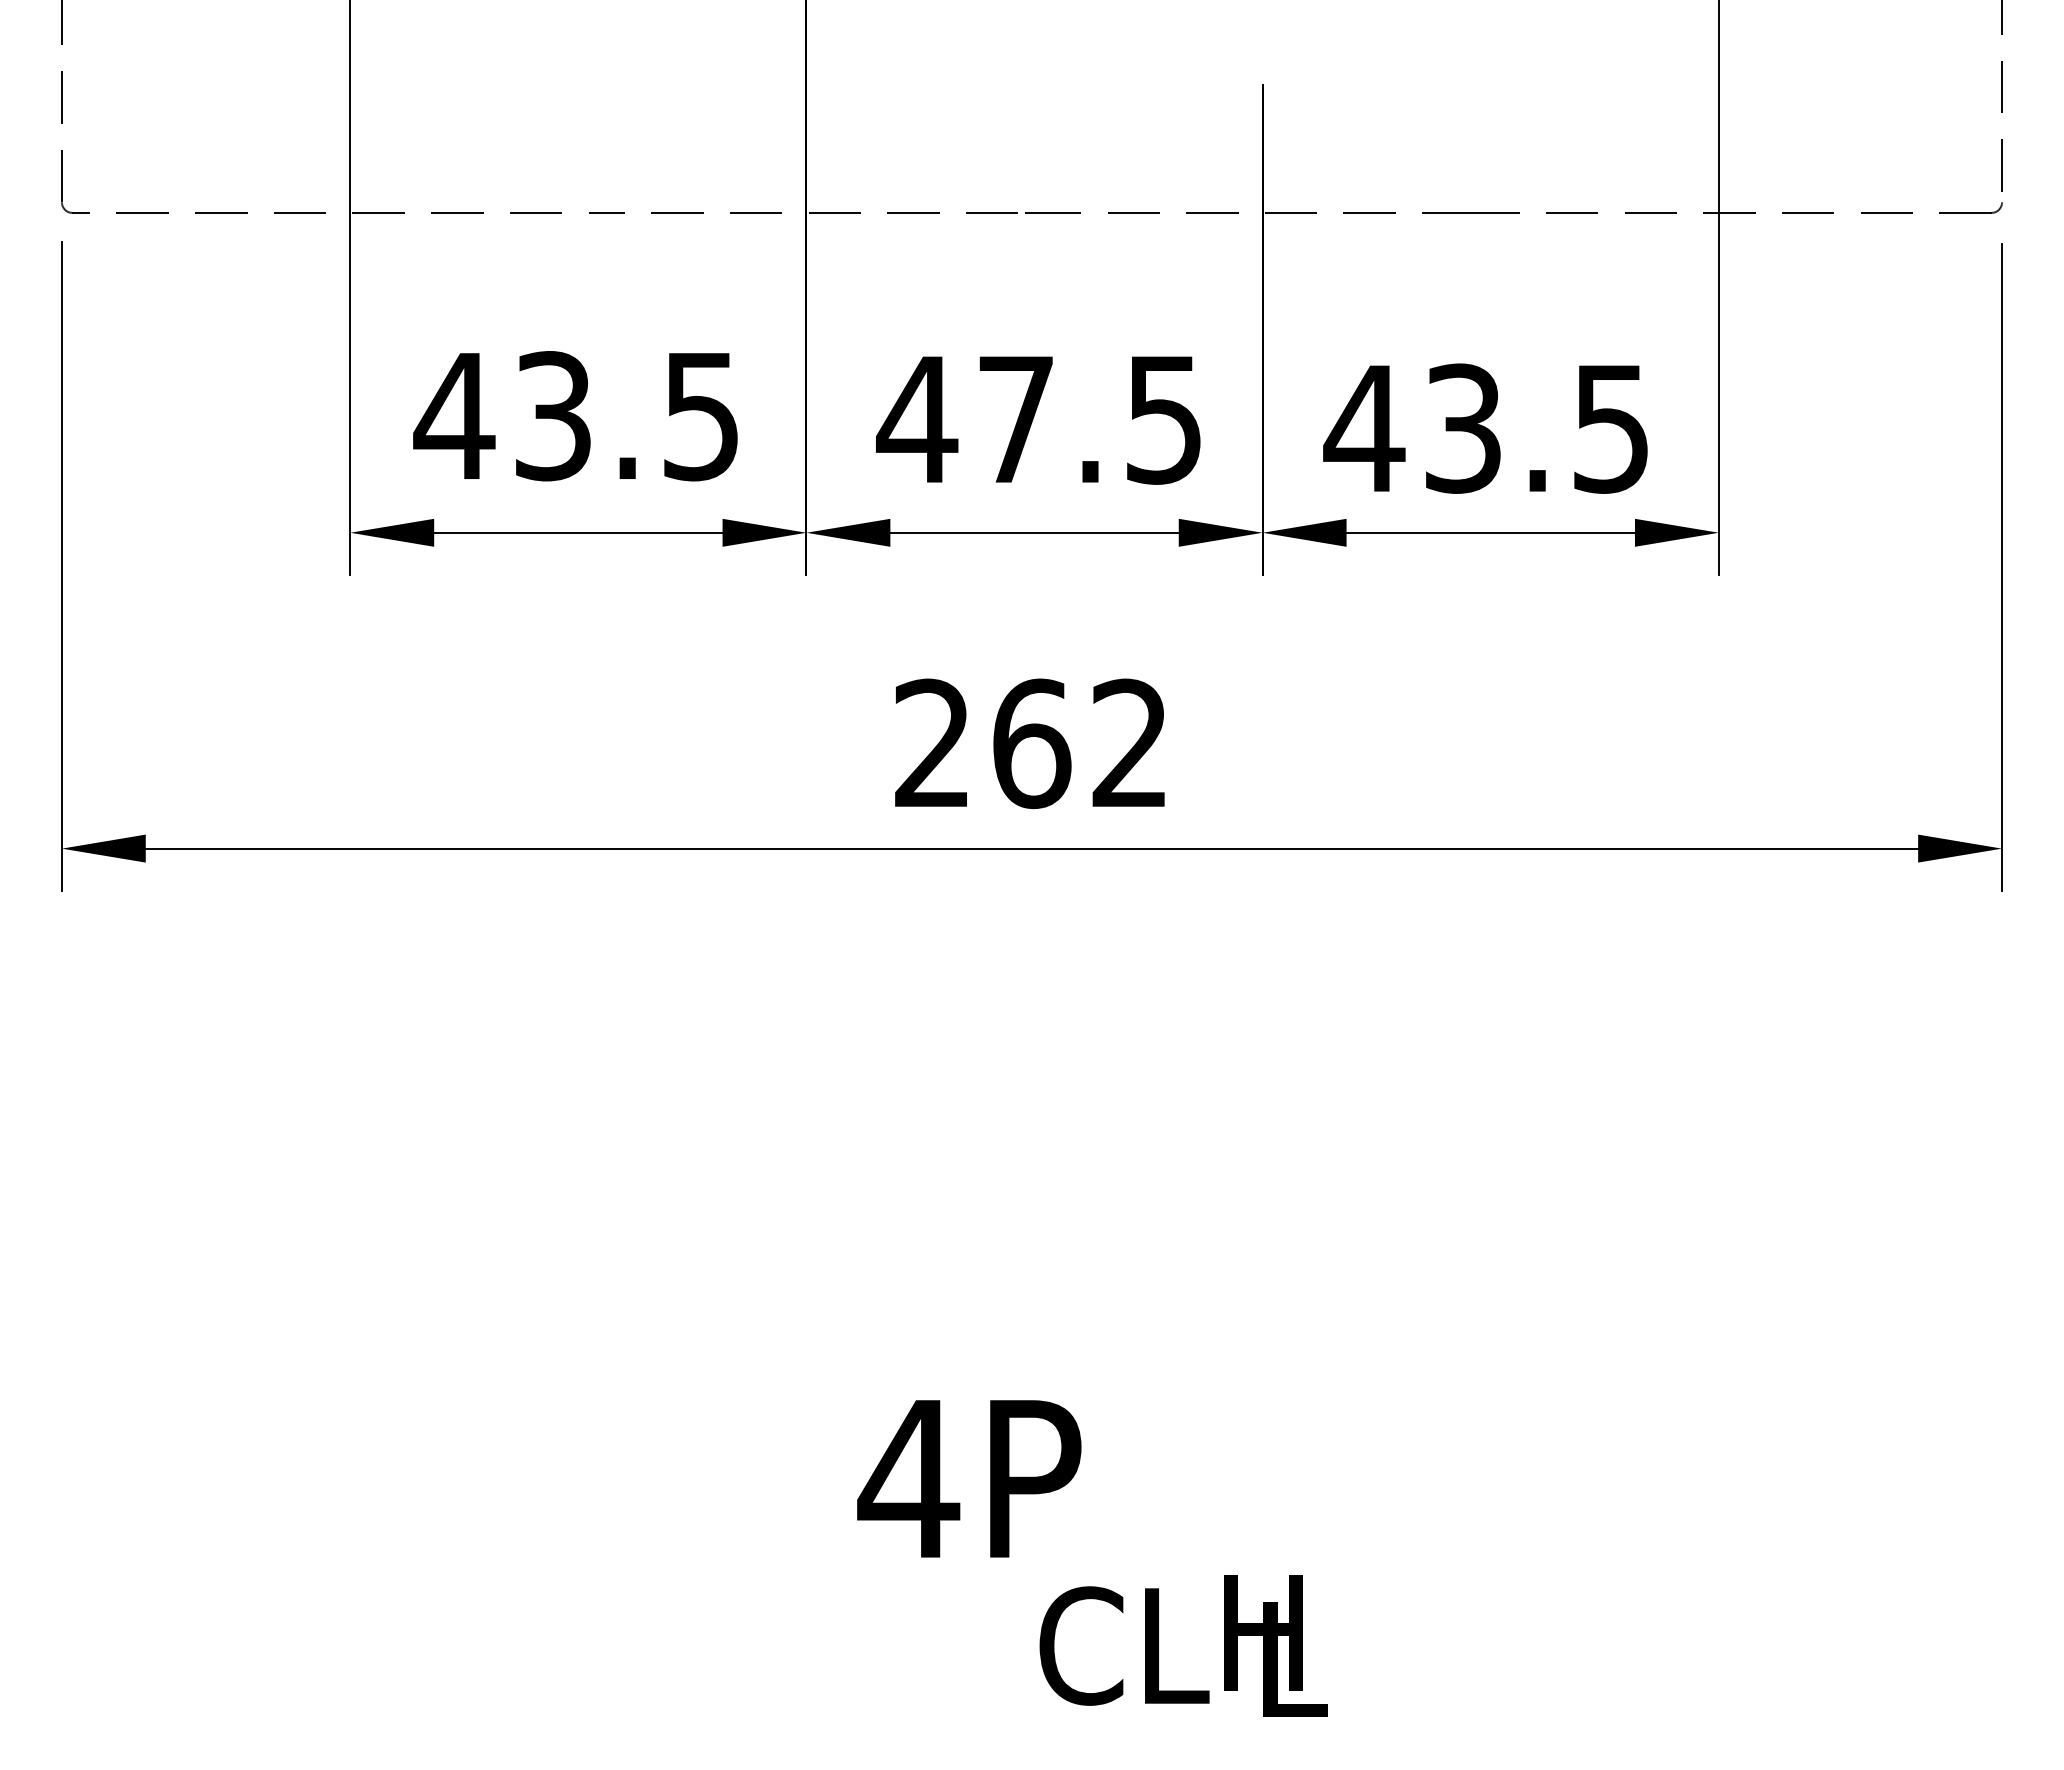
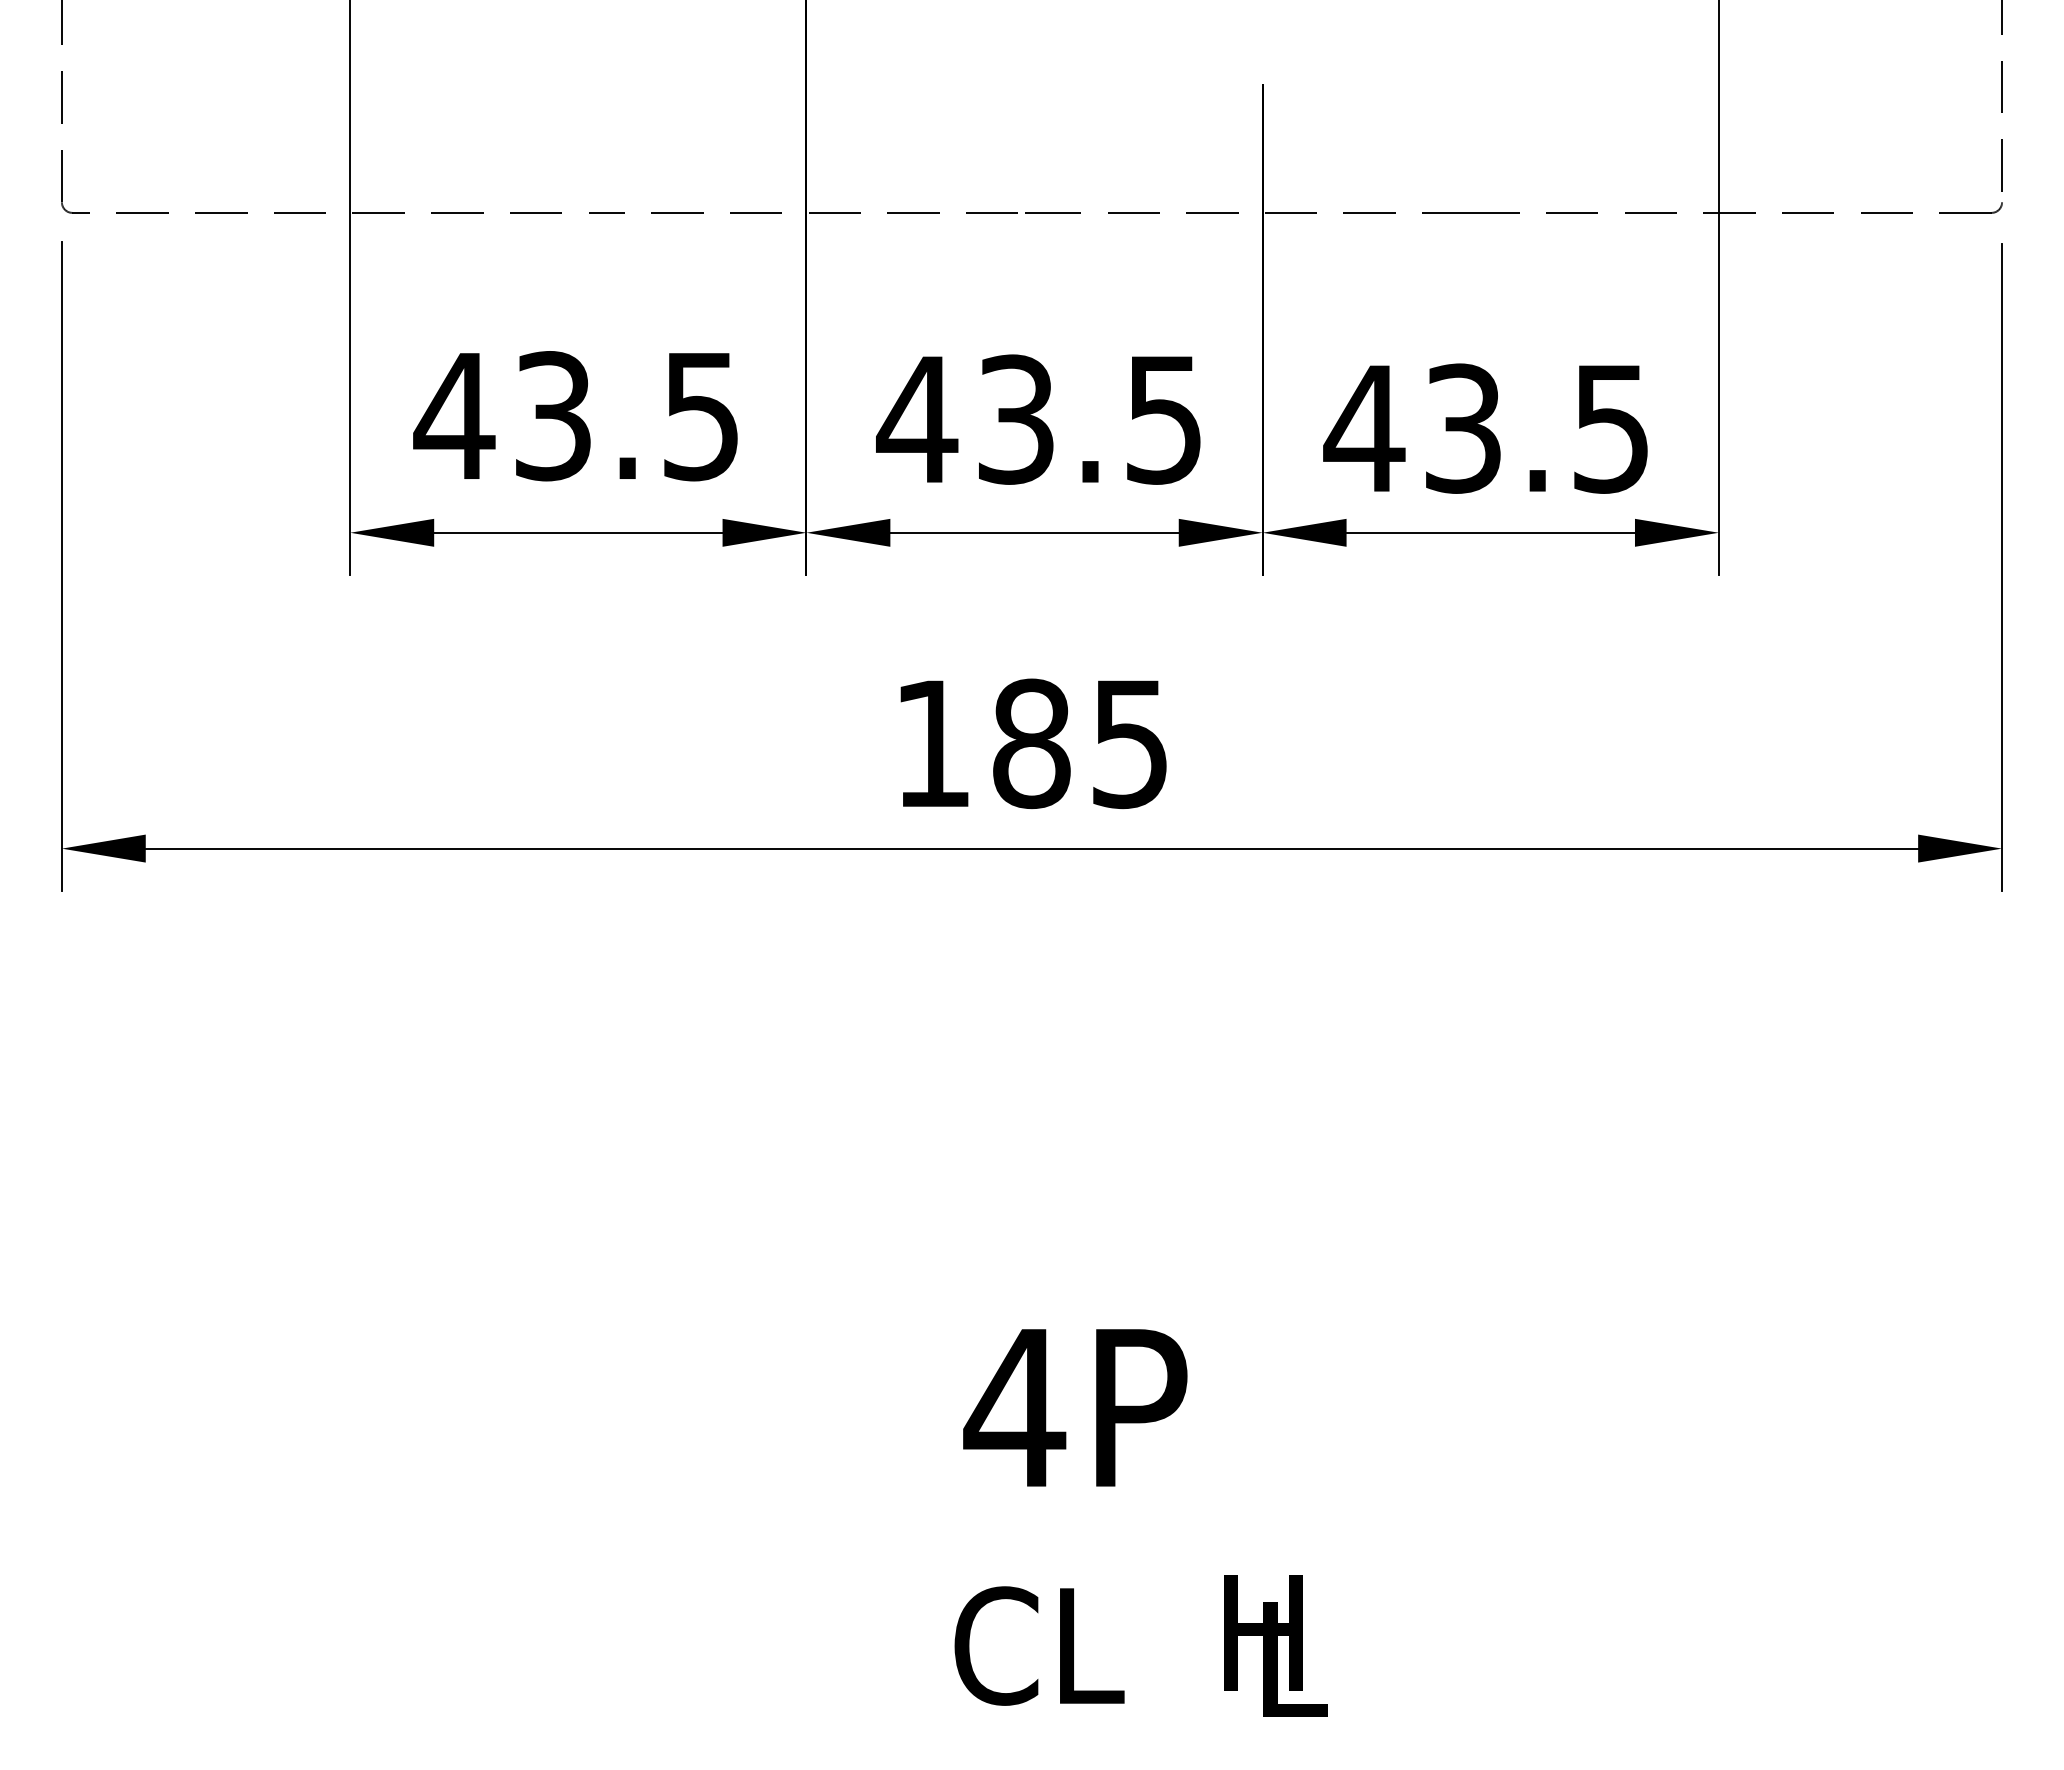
text at (1016, 419): 47.5 -> 43.5
text at (1030, 743): 262 -> 185
text at (969, 1478) position: (969, 1478) -> (1075, 1407)
text at (1124, 1645) position: (1124, 1645) -> (1039, 1645)
